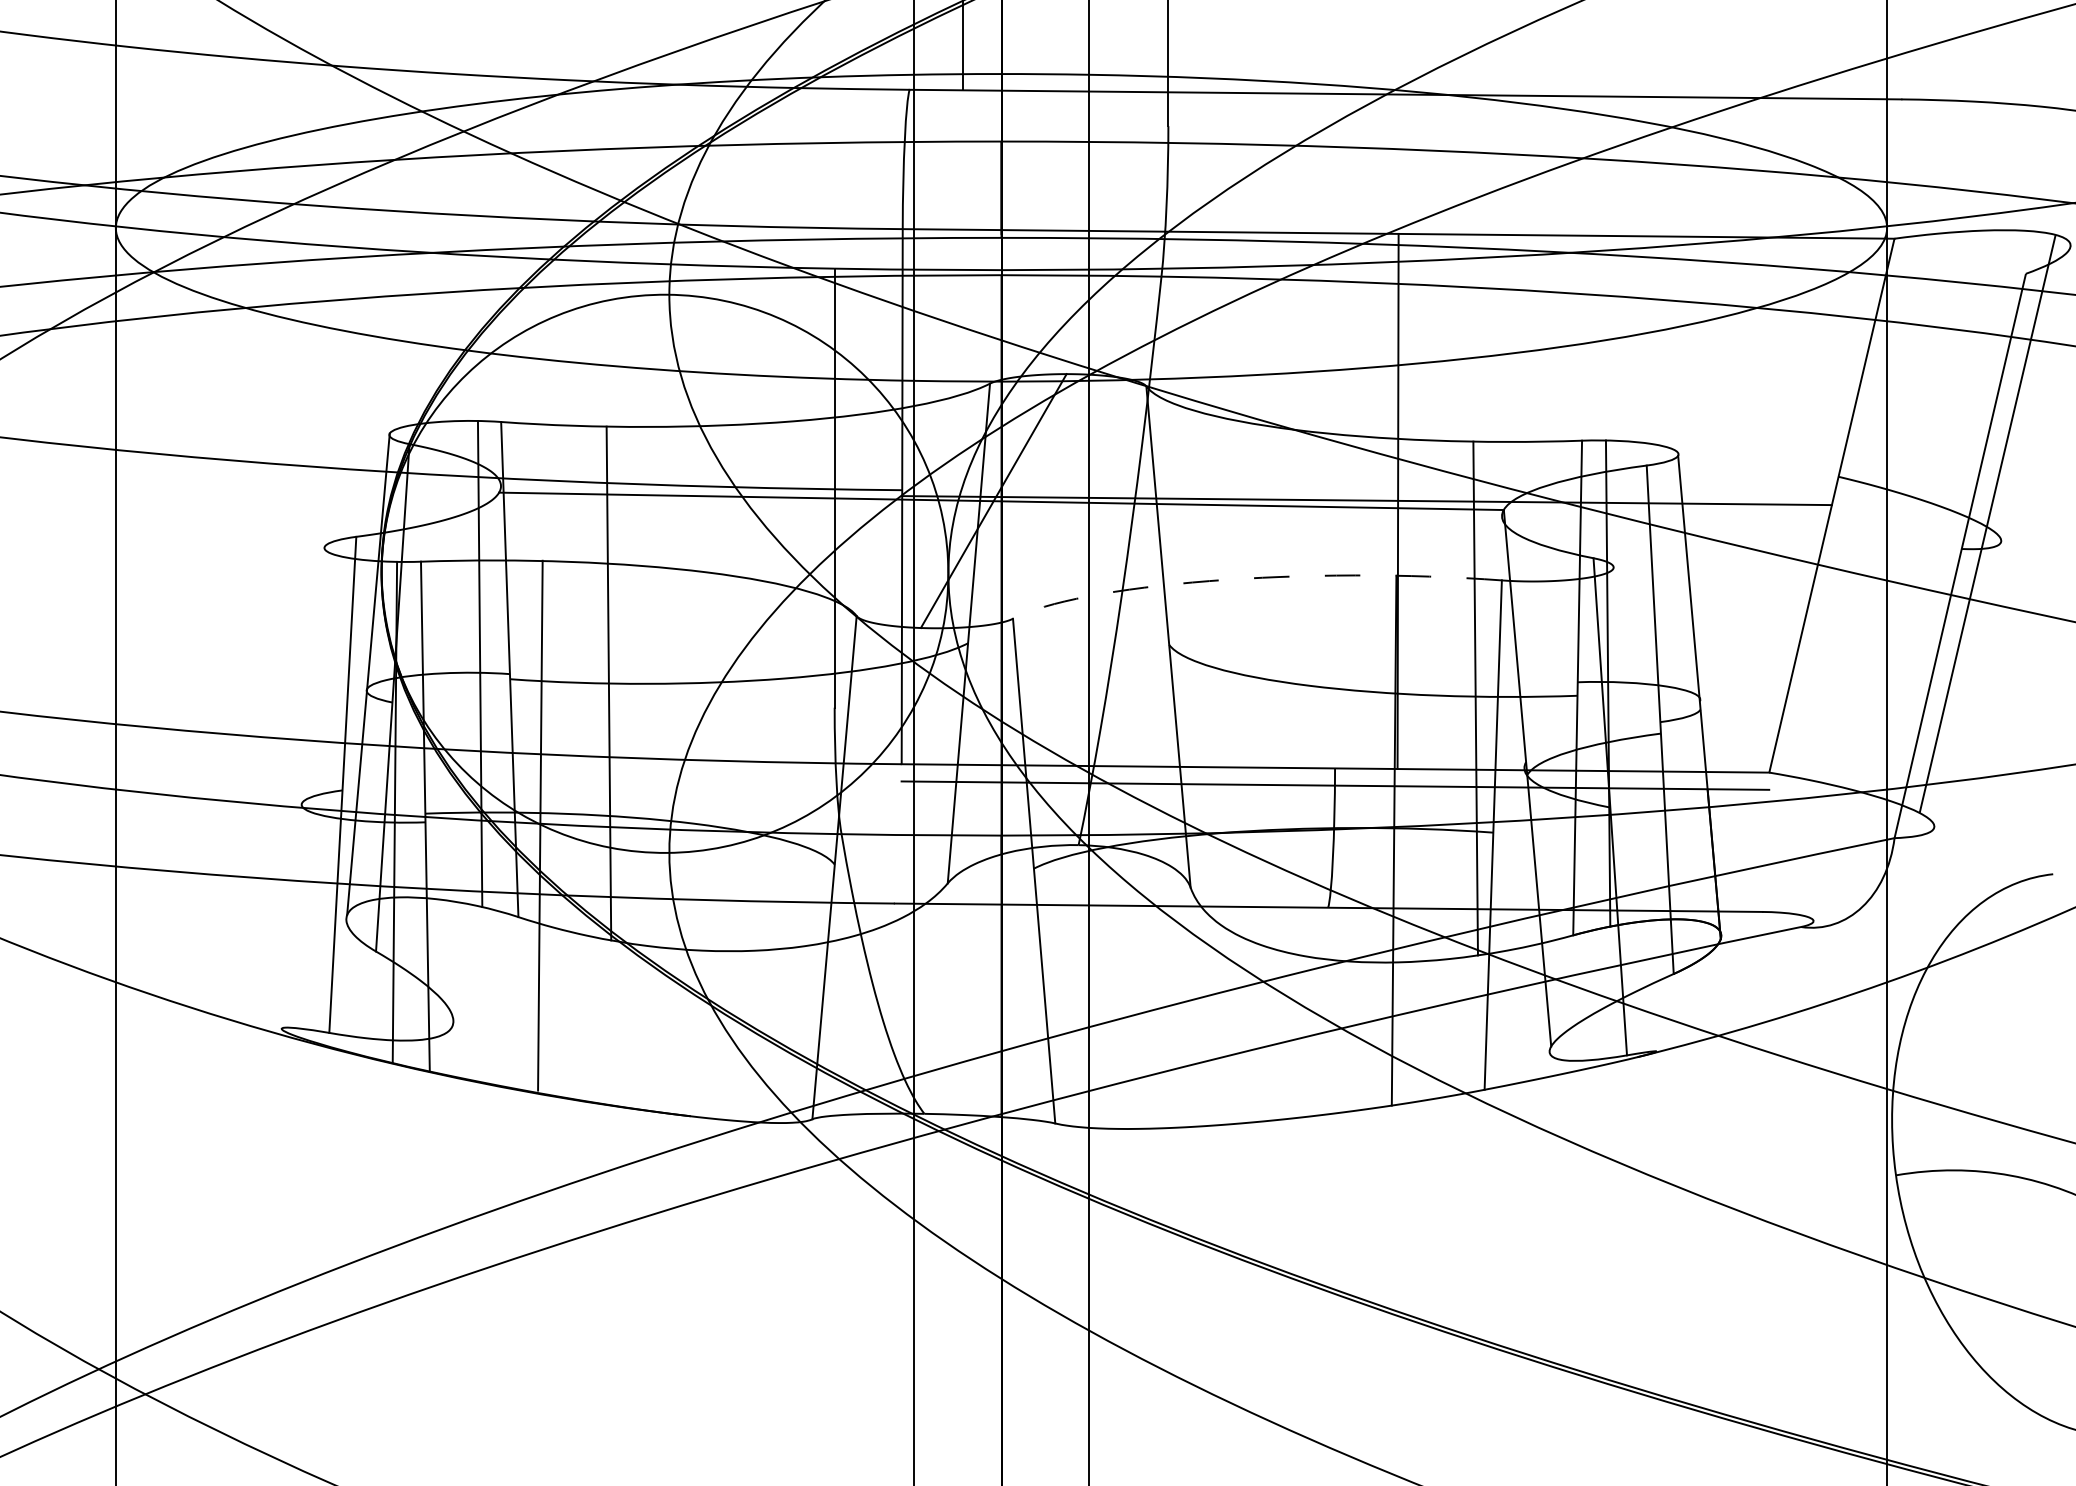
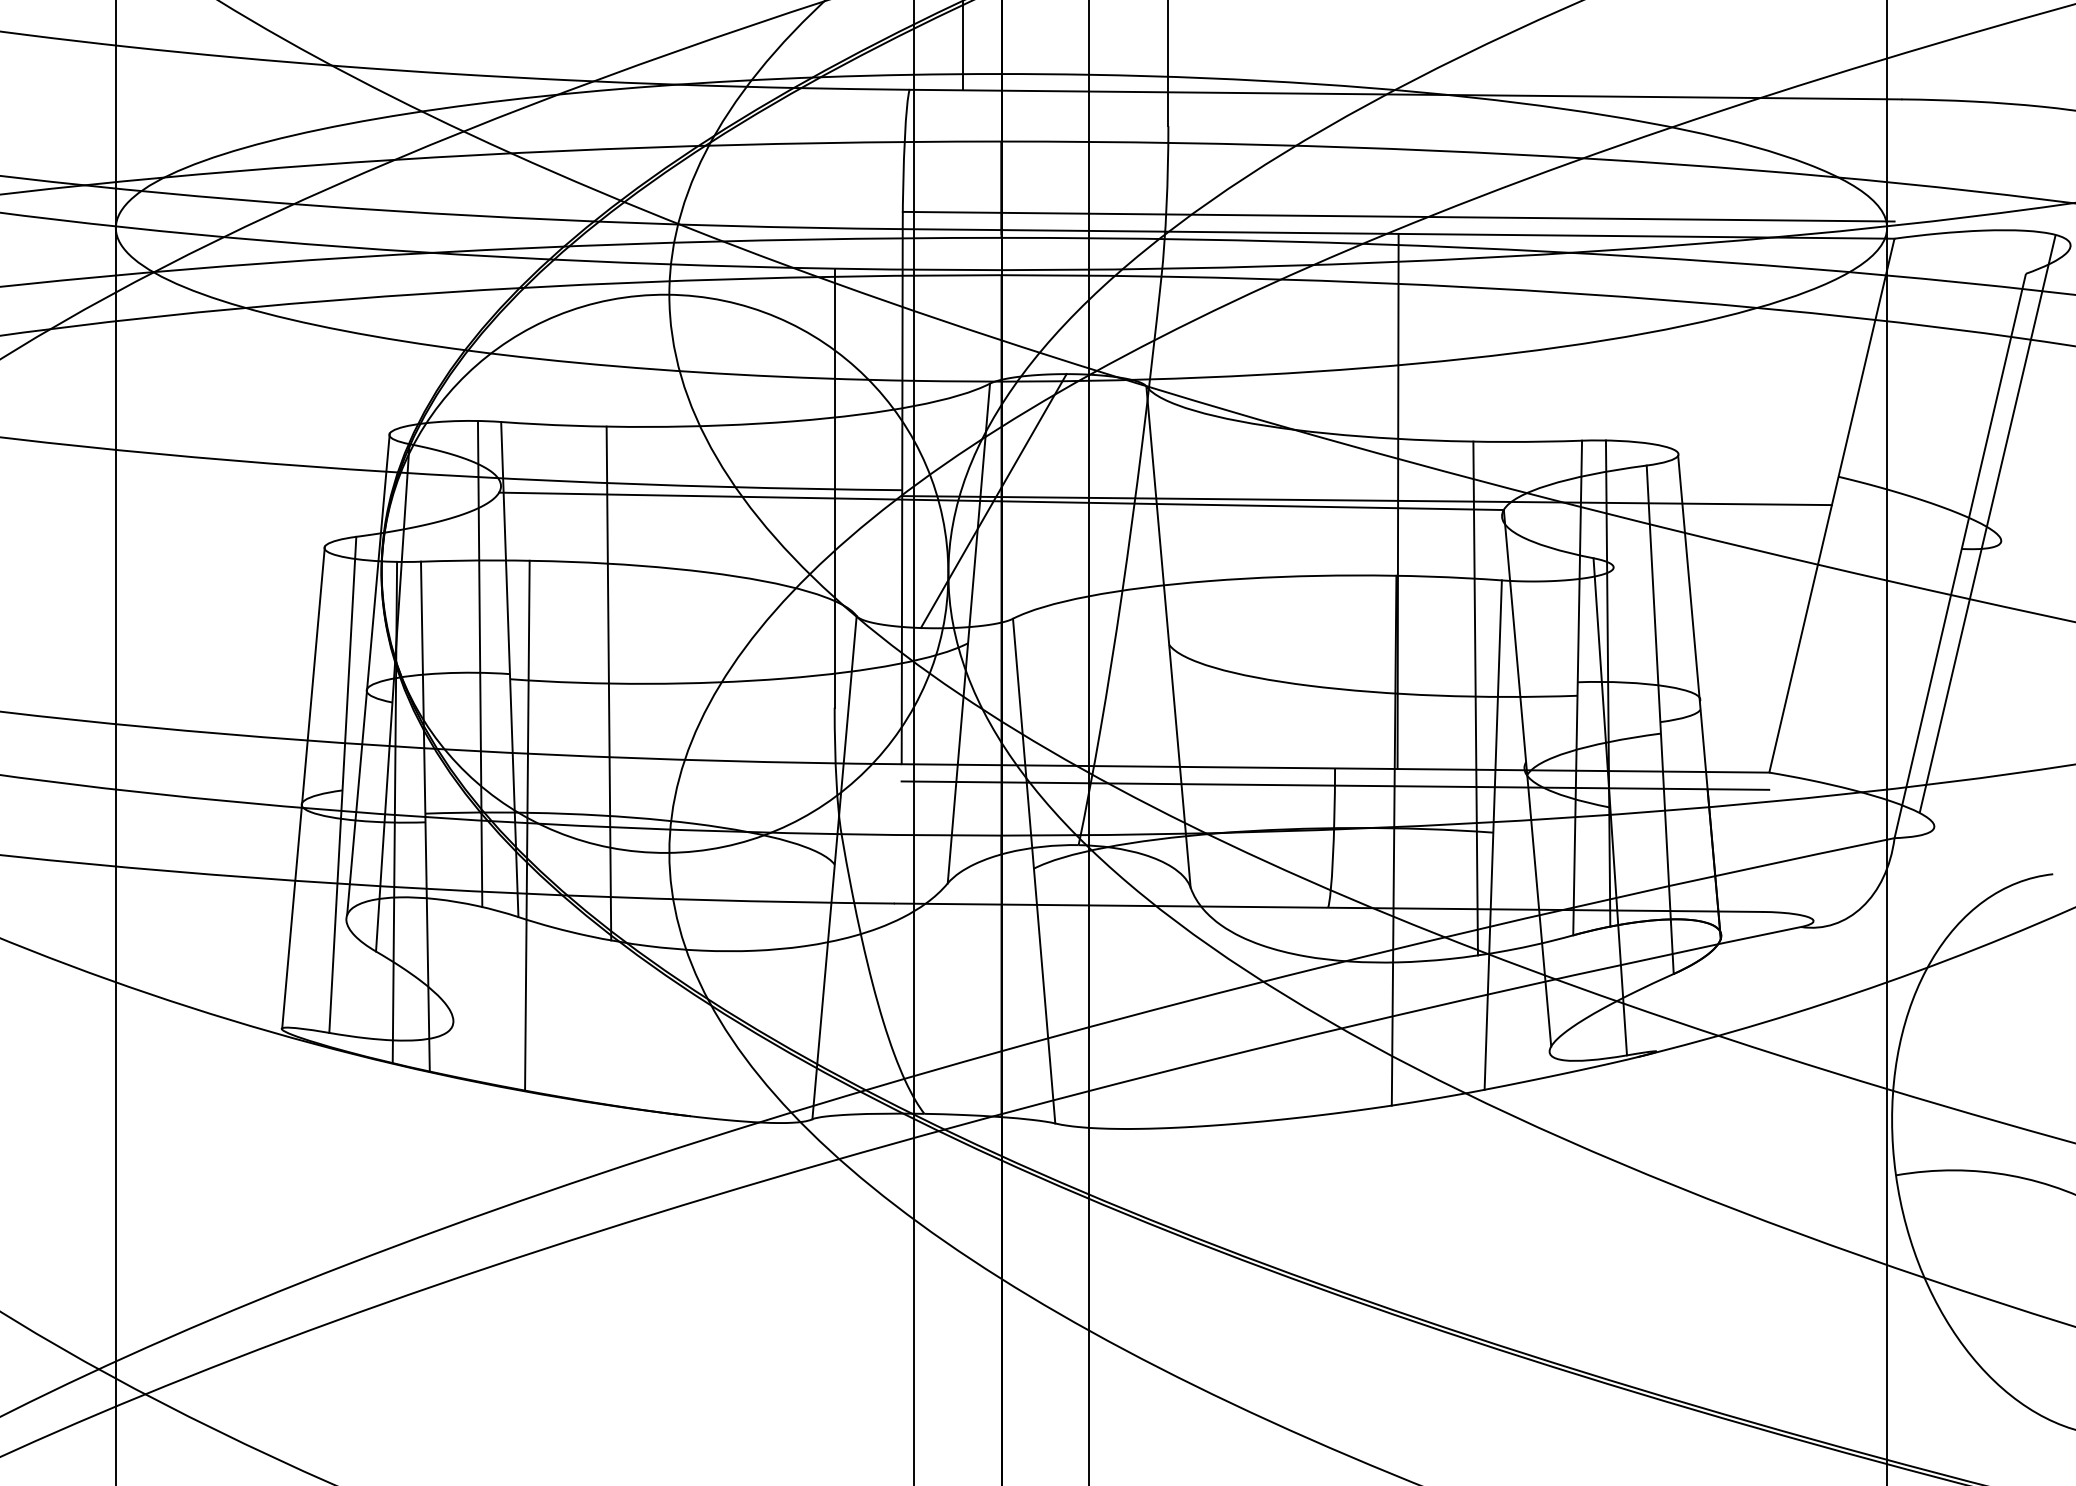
line at (1398, 216): none -> present
arc at (1246, 578): dashed -> solid
line at (303, 787): none -> present
line at (540, 825) position: (540, 825) -> (527, 825)
